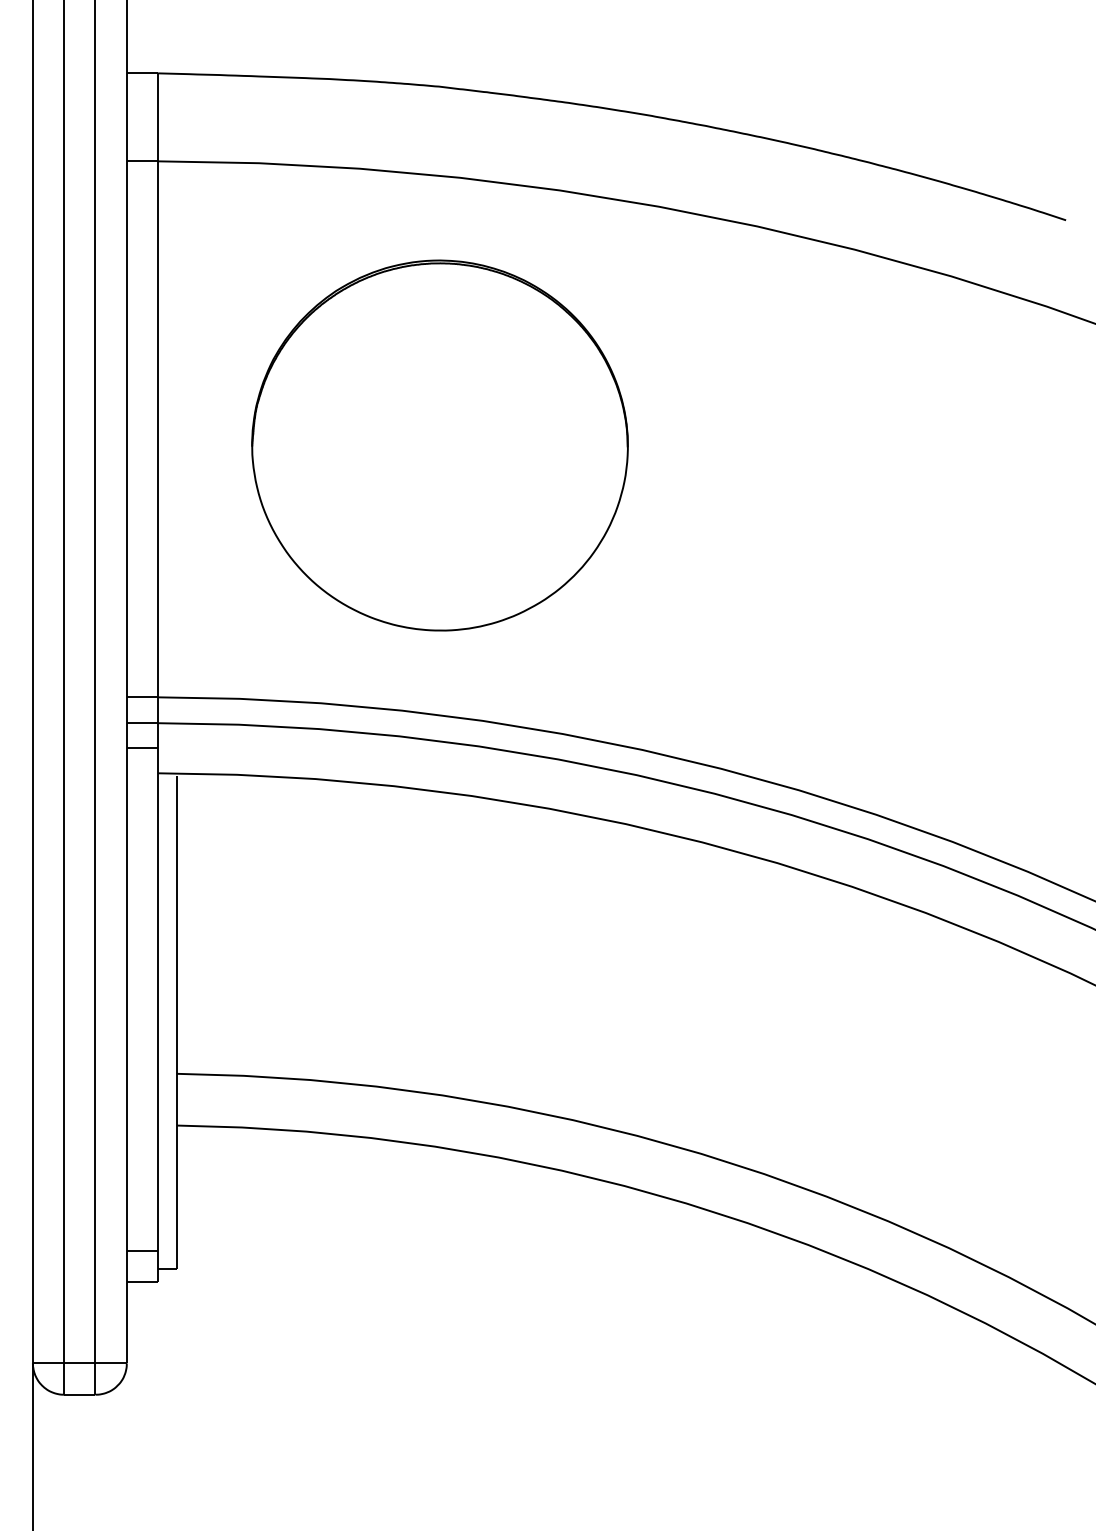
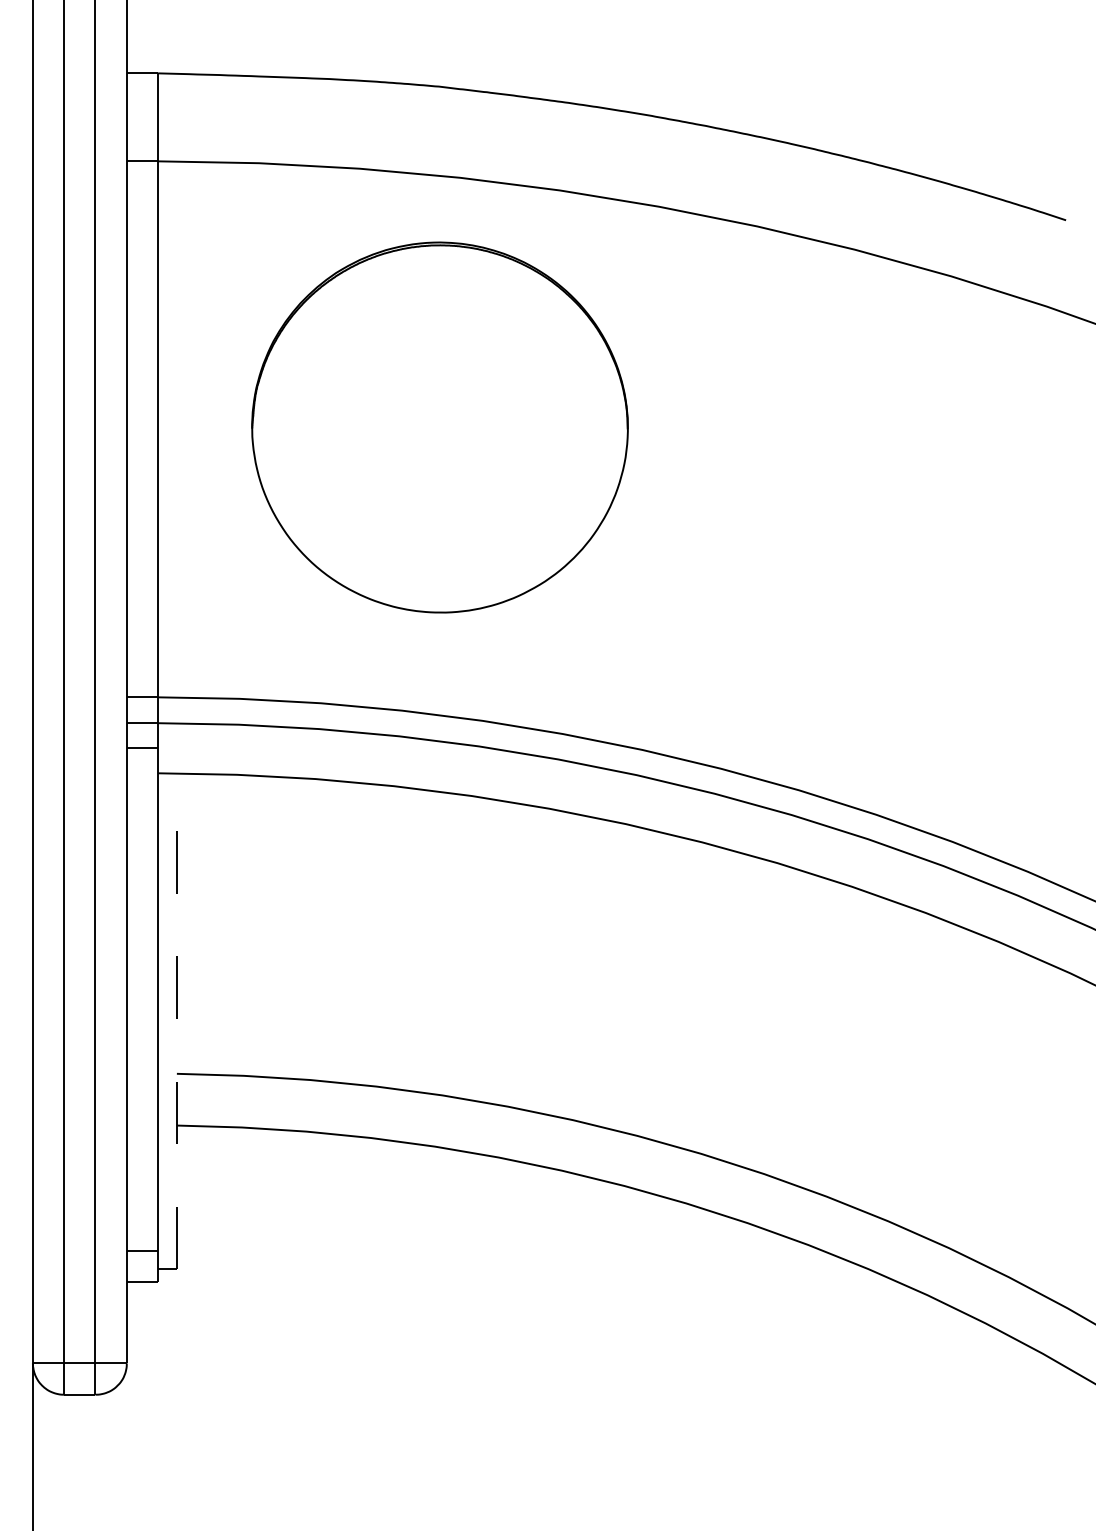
part at (439, 445) position: (439, 445) -> (439, 427)
line at (176, 1022): solid -> dashed
